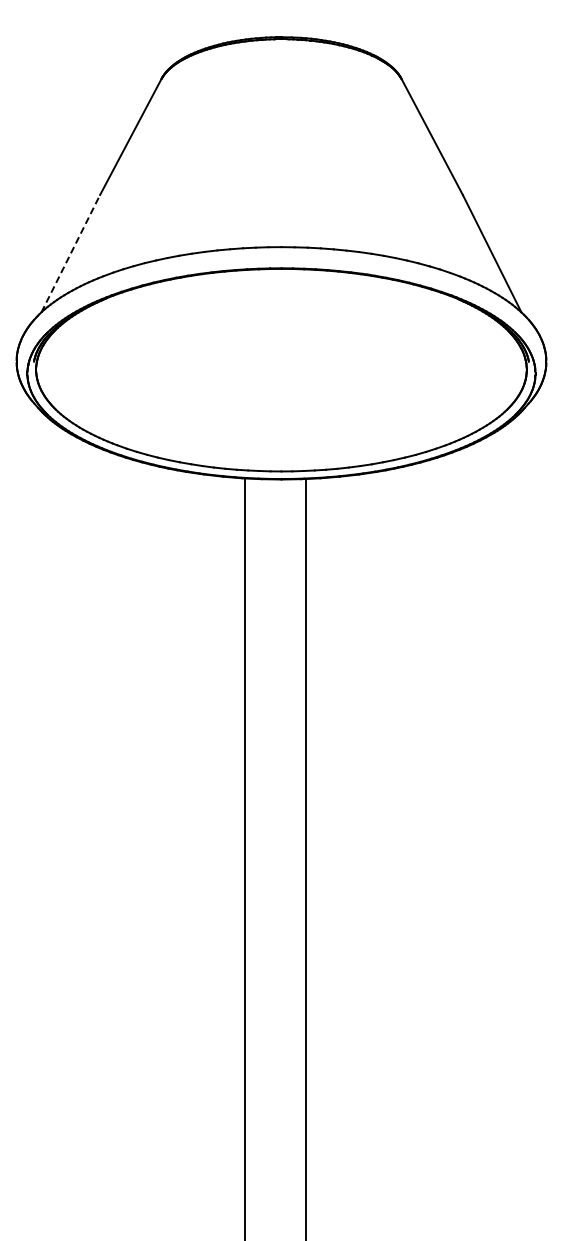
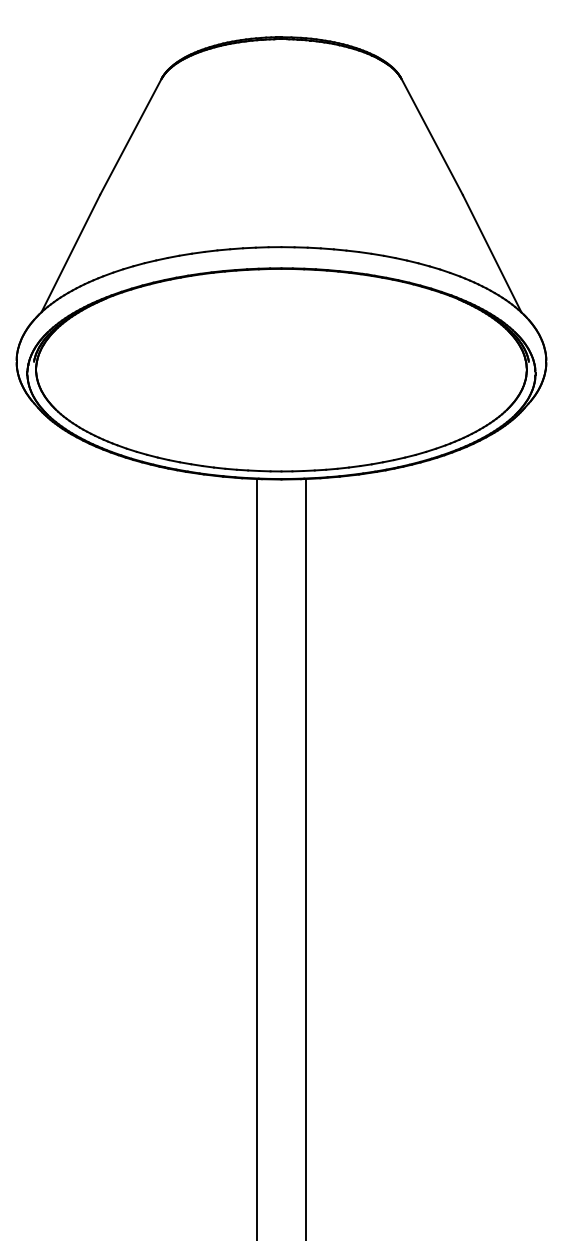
line at (70, 253): dashed -> solid
line at (244, 858) position: (244, 858) -> (256, 858)
